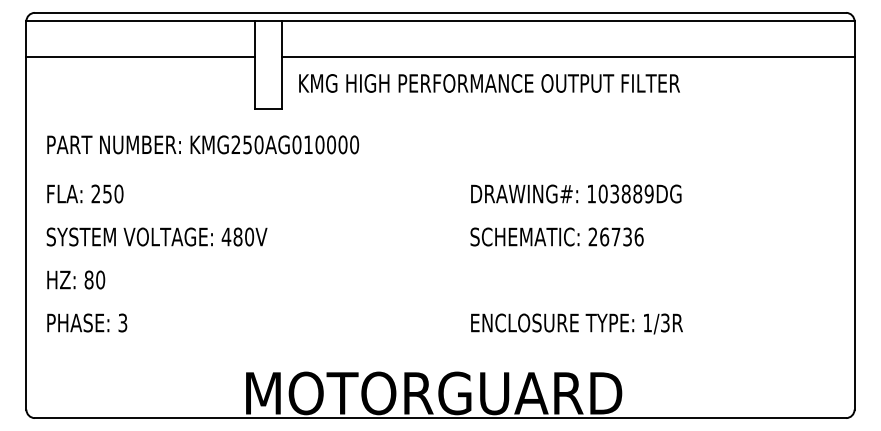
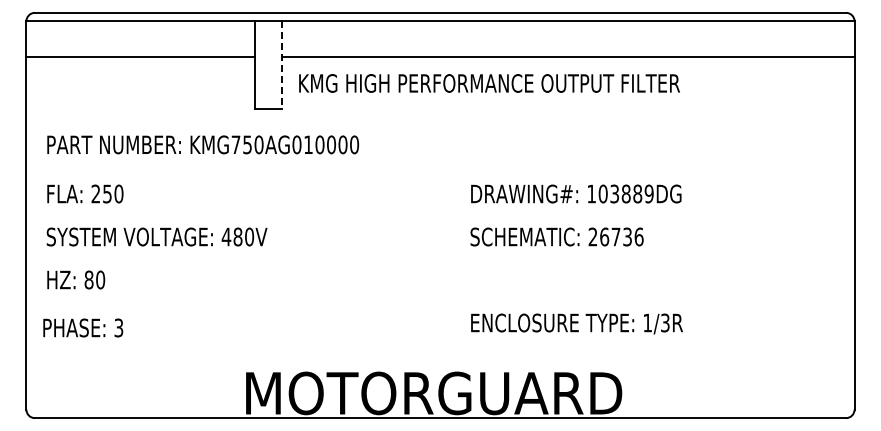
line at (281, 65): solid -> dashed
text at (235, 144): KMG250AG010000 -> KMG750AG010000
text at (87, 322) position: (87, 322) -> (83, 327)
